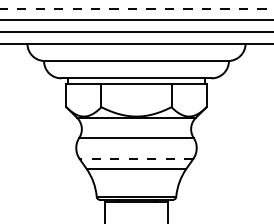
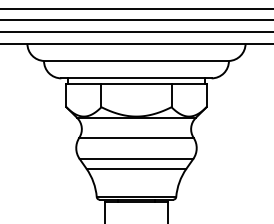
line at (136, 8): dashed -> solid
line at (136, 158): dashed -> solid
